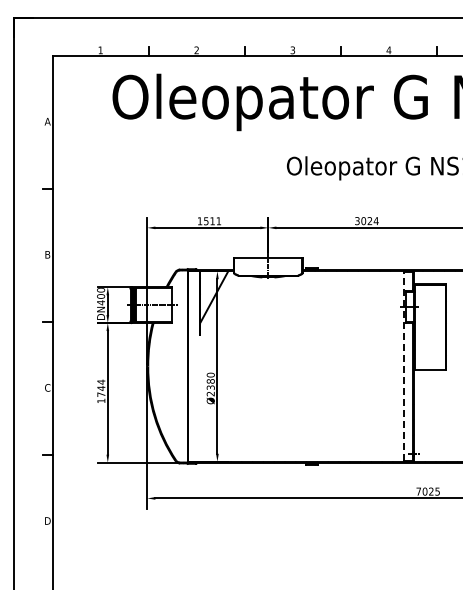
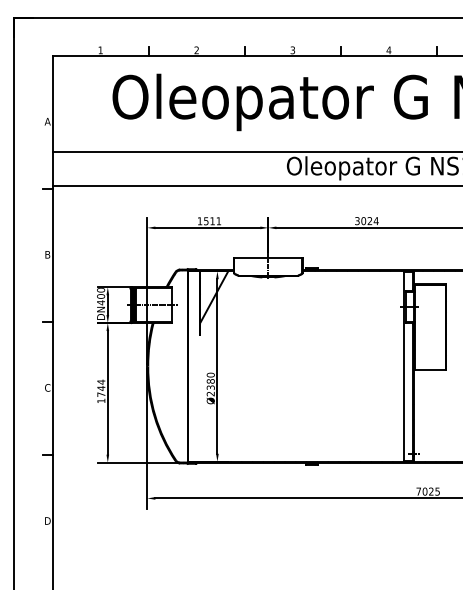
line at (255, 152): none -> present
line at (255, 185): none -> present
line at (404, 366): dashed -> solid
